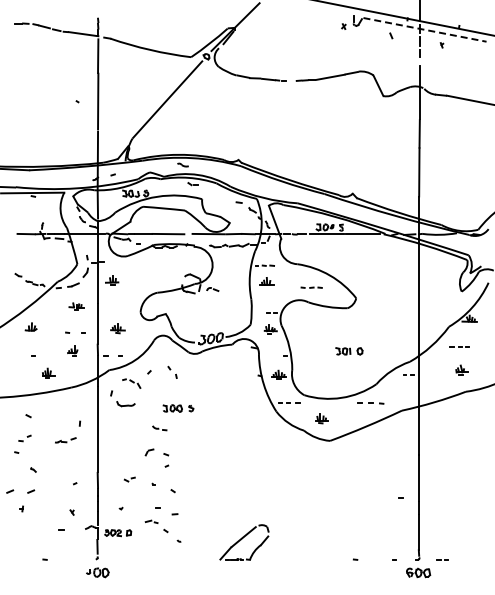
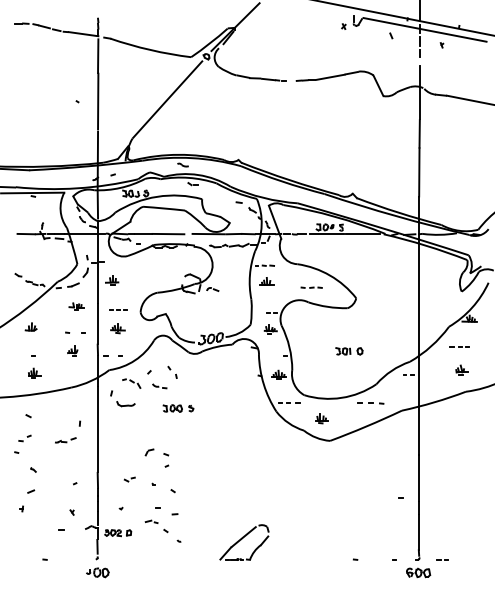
line at (425, 29): dashed -> solid
line at (118, 309): none -> present
part at (48, 372) position: (48, 372) -> (34, 372)
part at (159, 428) position: (159, 428) -> (159, 386)
line at (10, 491): present -> none
